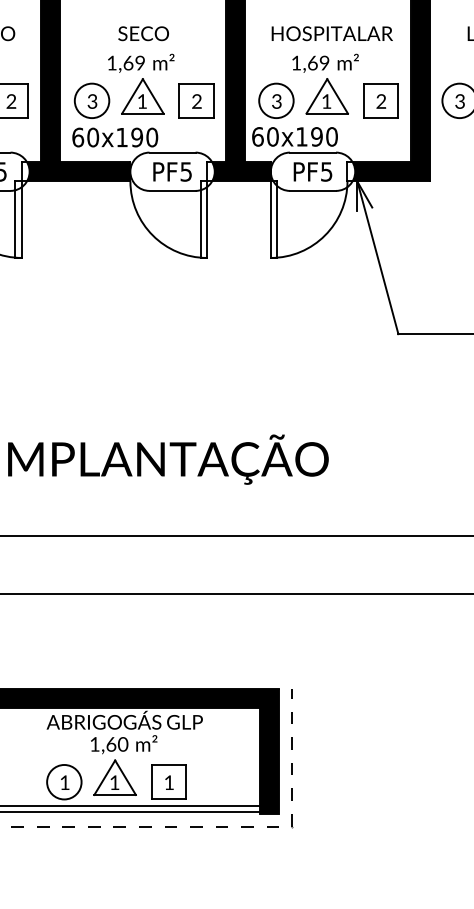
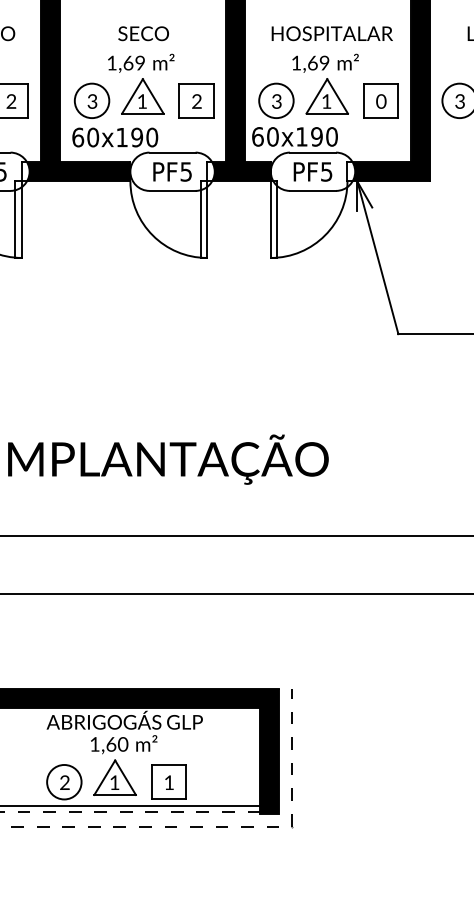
text at (381, 101): 2 -> 0
text at (64, 782): 1 -> 2
line at (129, 811): solid -> dashed
